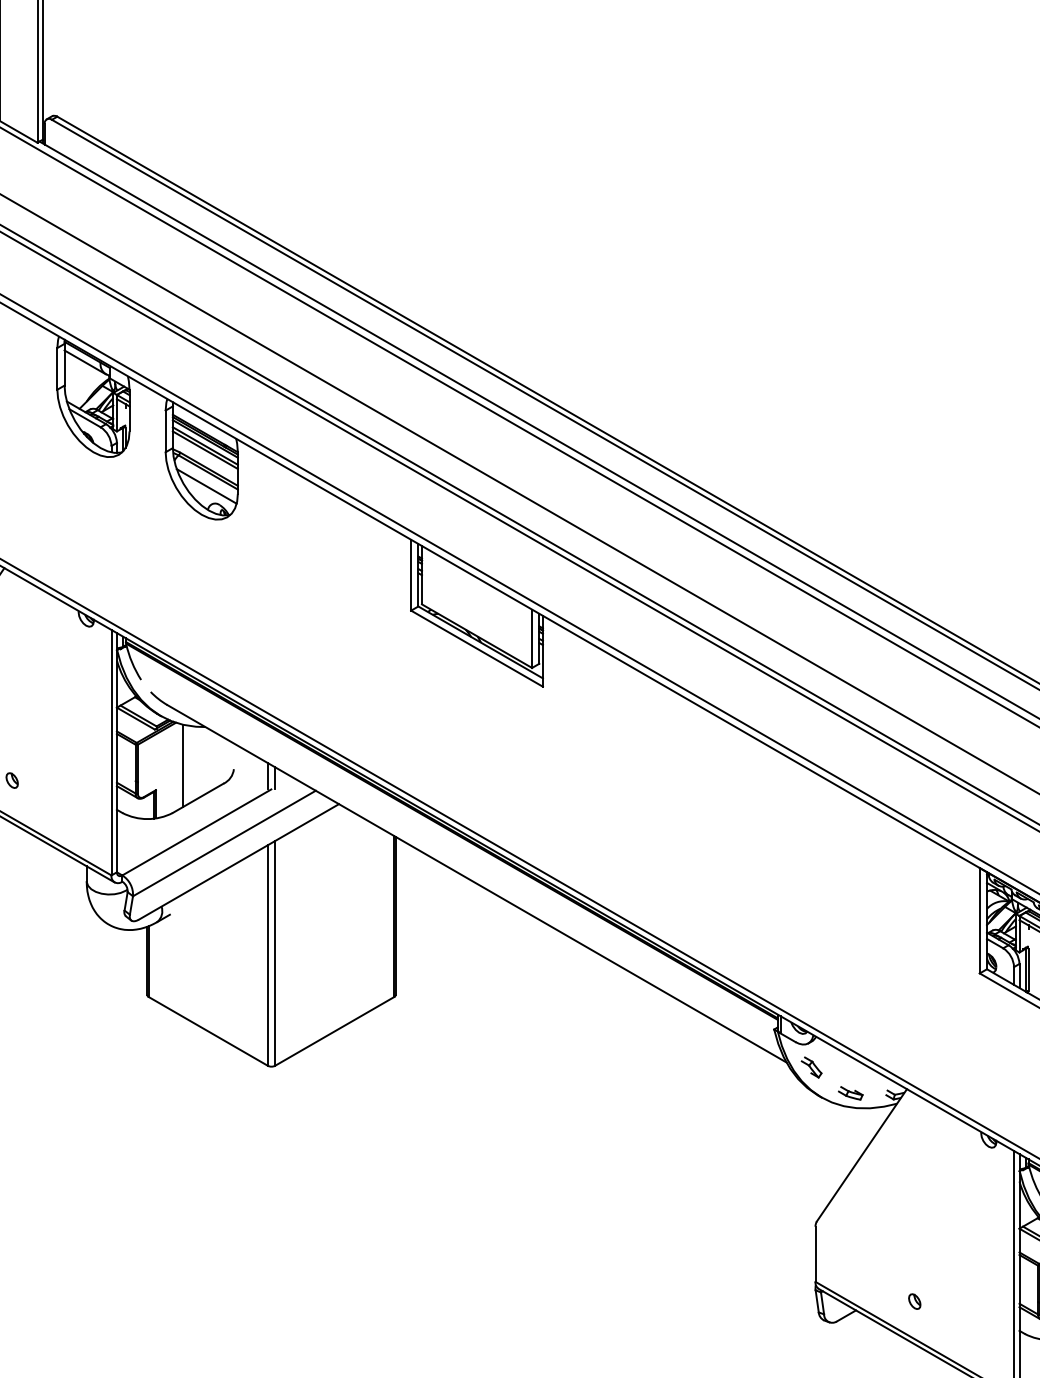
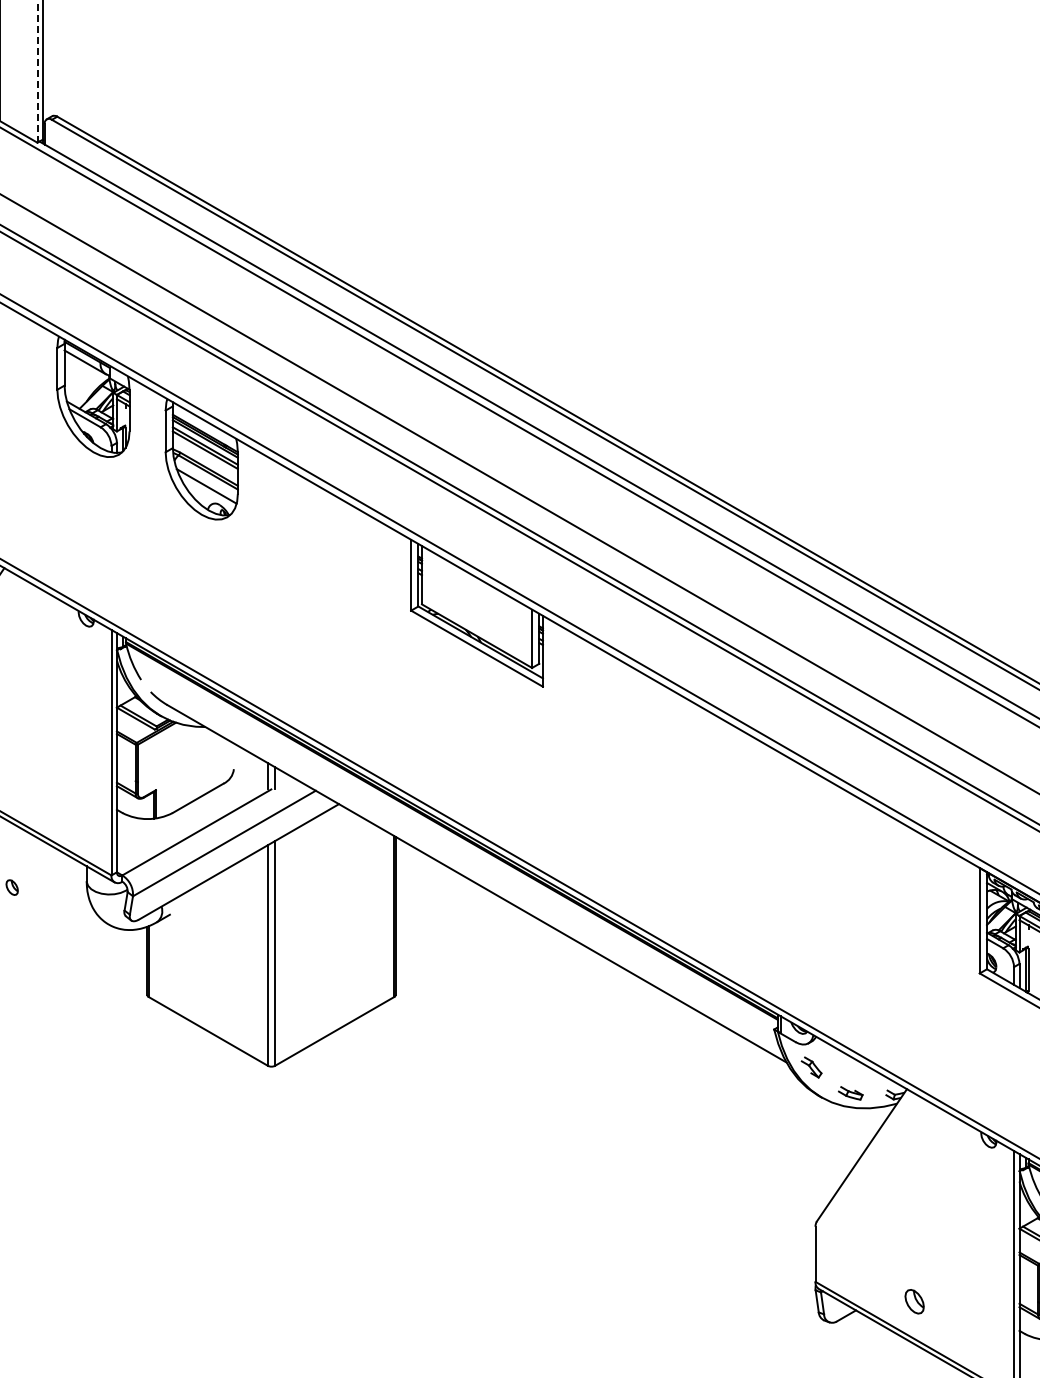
line at (37, 71): solid -> dashed
line at (182, 765): present -> none
part at (11, 780) position: (11, 780) -> (11, 887)
part at (914, 1301) size: 14x17 px -> 21x26 px
